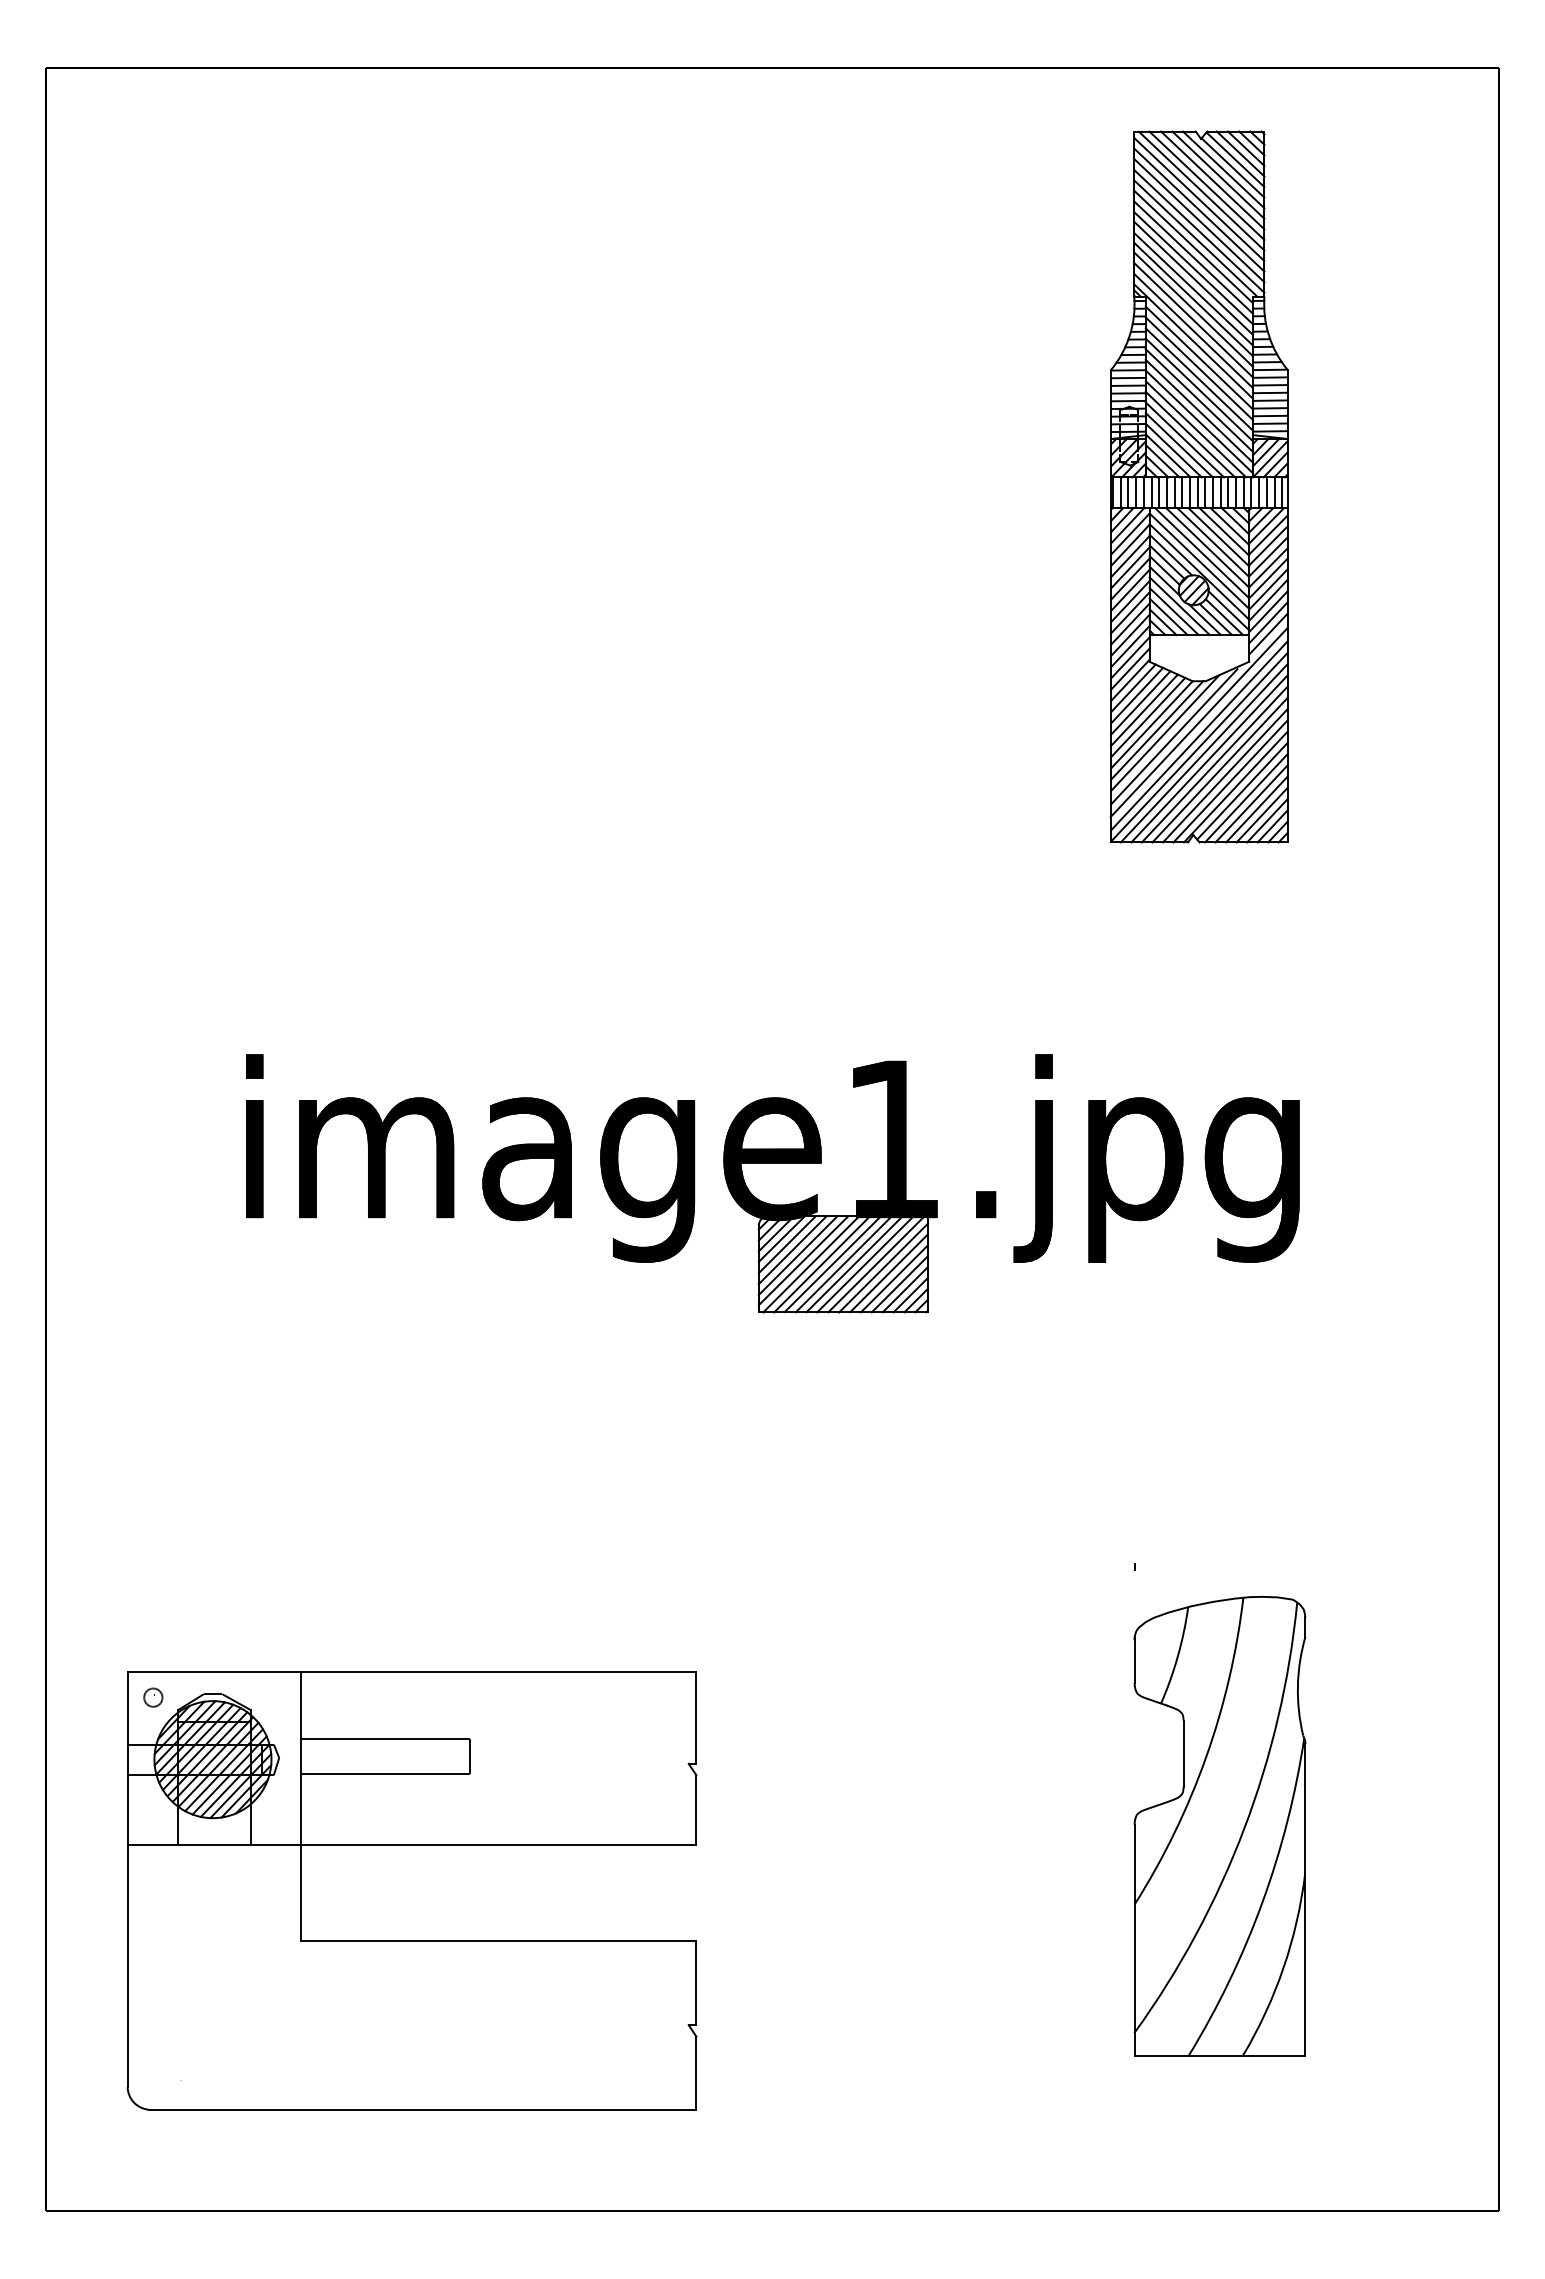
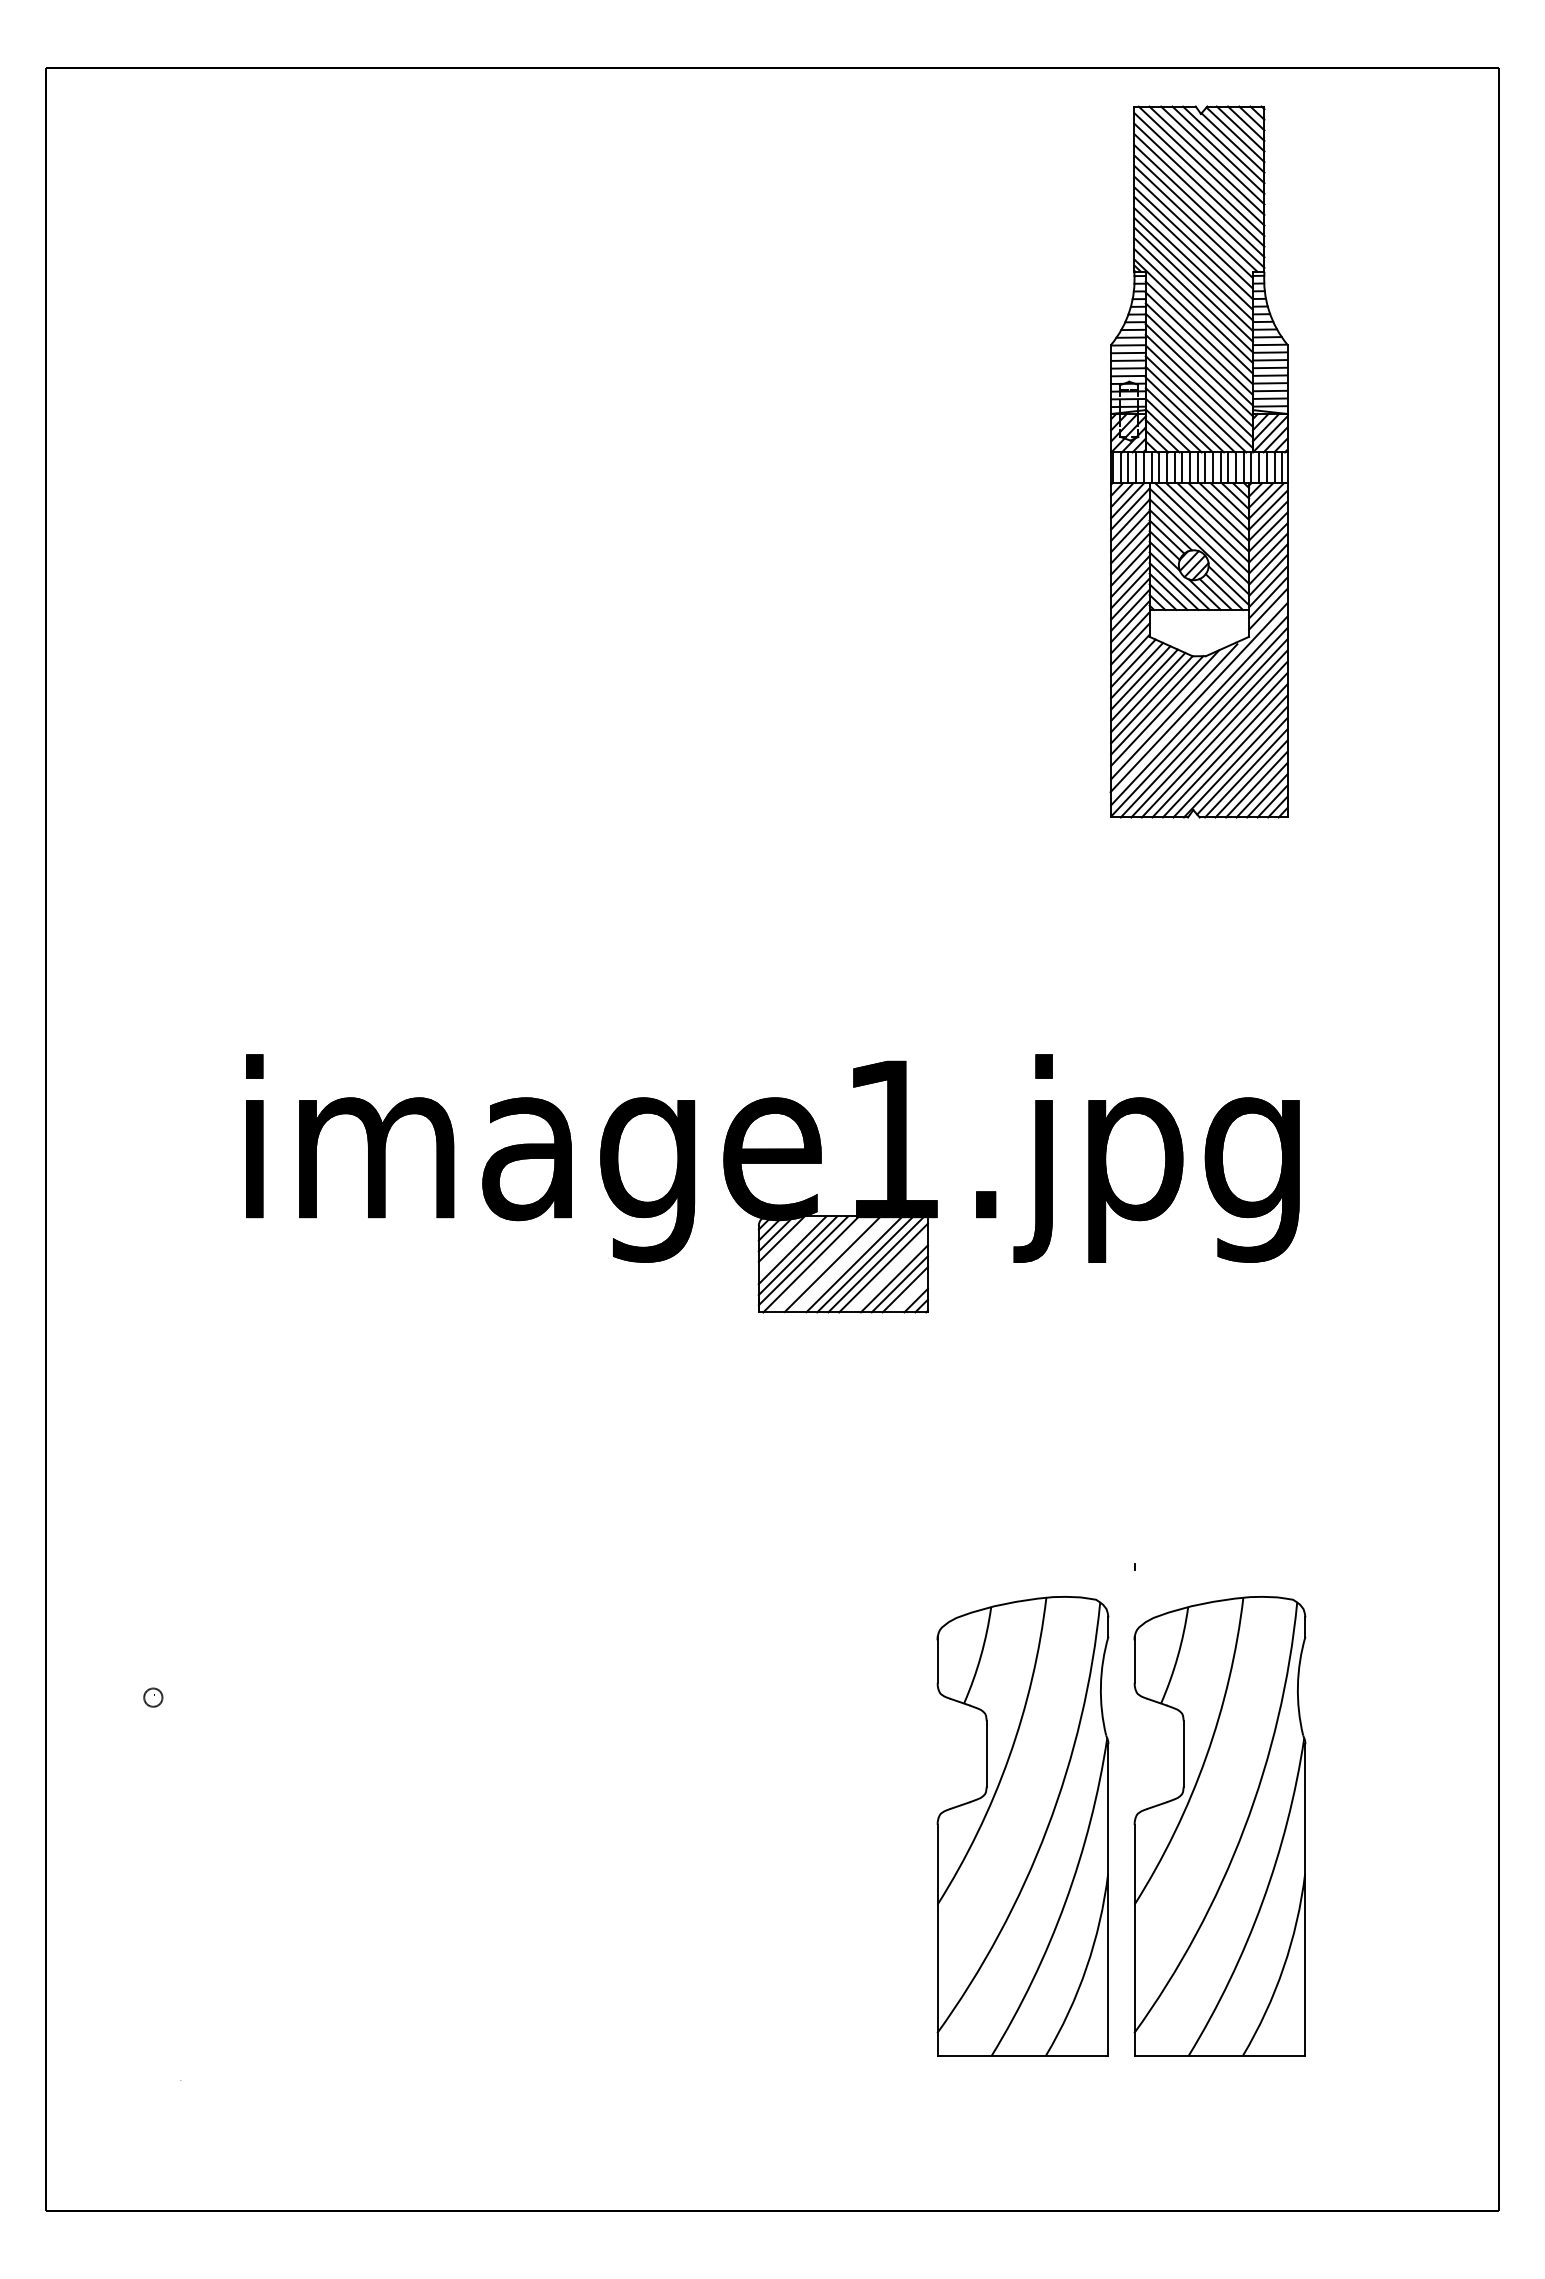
part at (1198, 486) position: (1198, 486) -> (1198, 461)
line at (786, 1244): present -> none
line at (822, 1264): present -> none
line at (843, 1264): present -> none
line at (888, 1273): present -> none
line at (910, 1295): present -> none
part at (1022, 1826): none -> present
part at (411, 1845): present -> none
